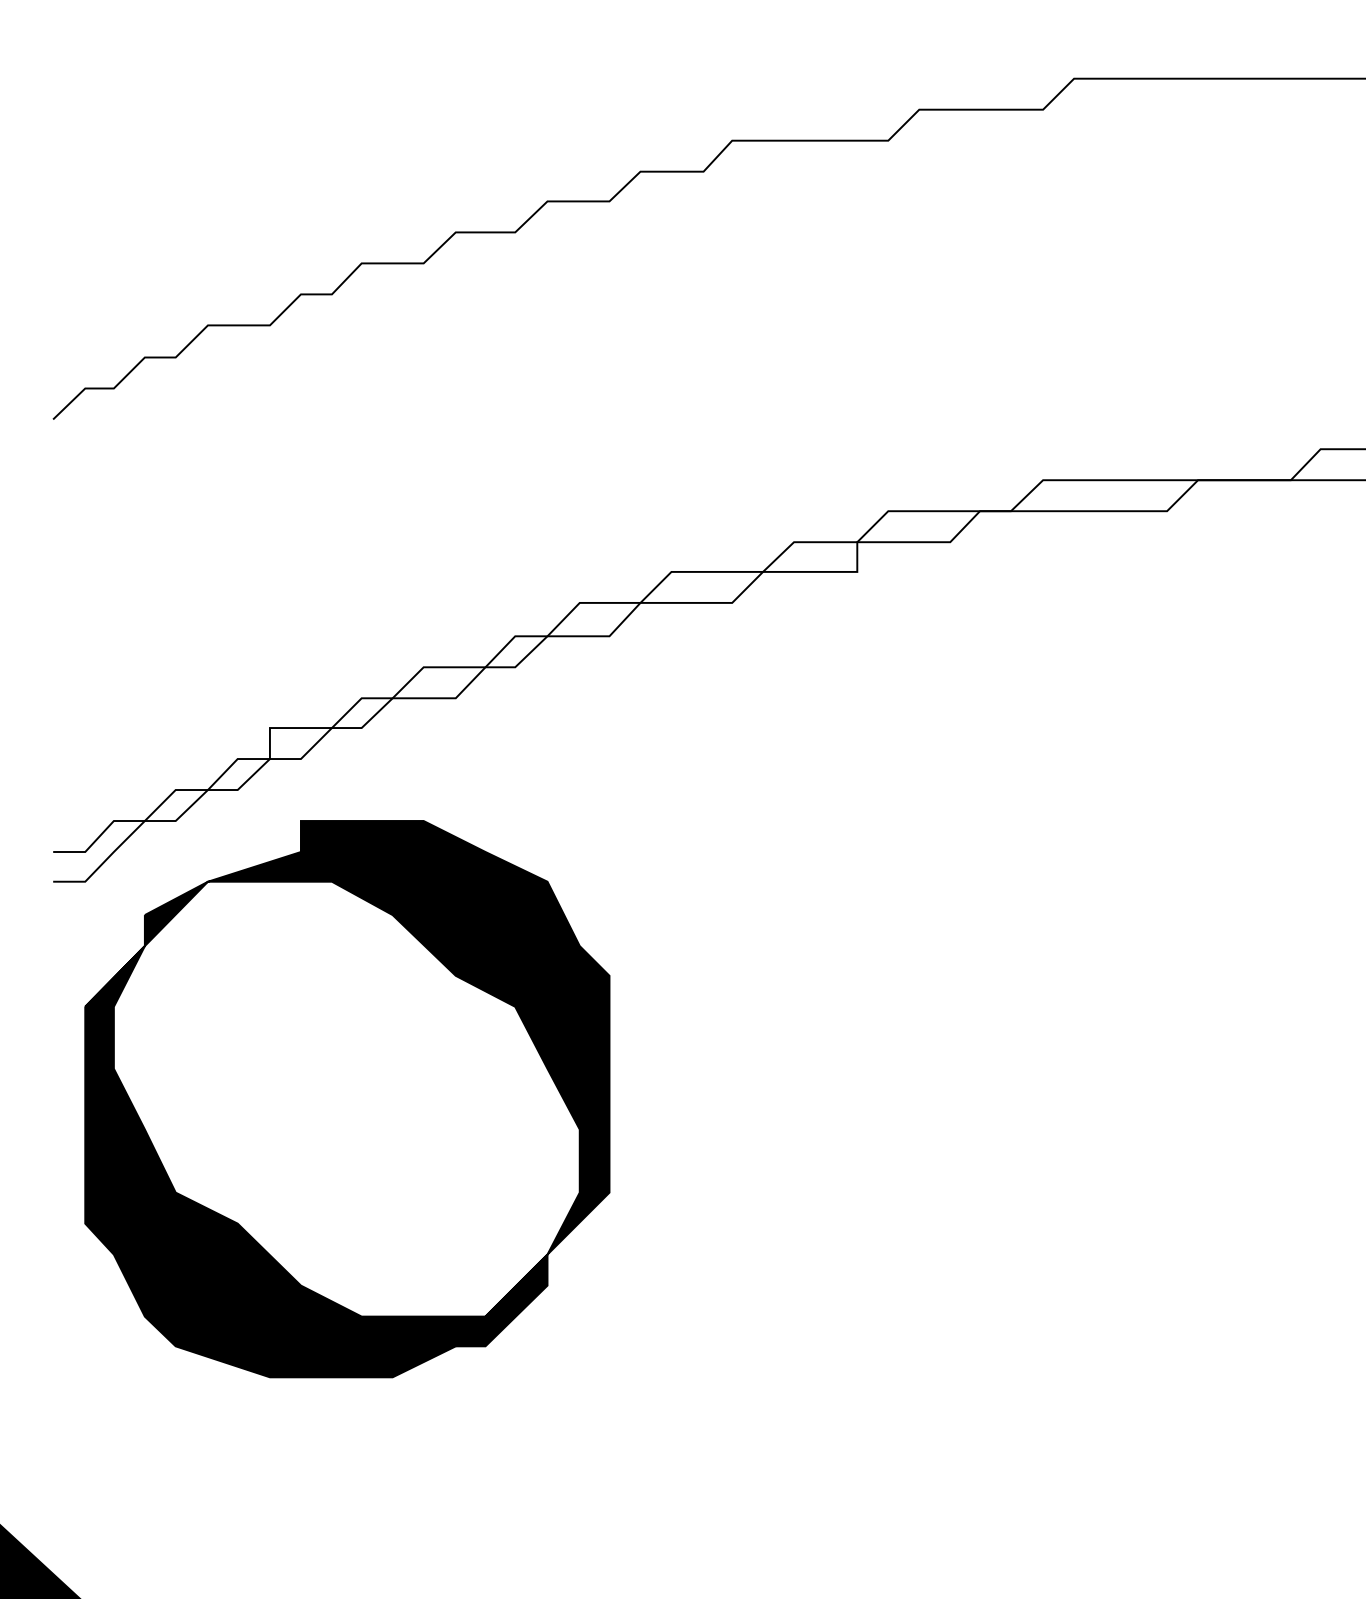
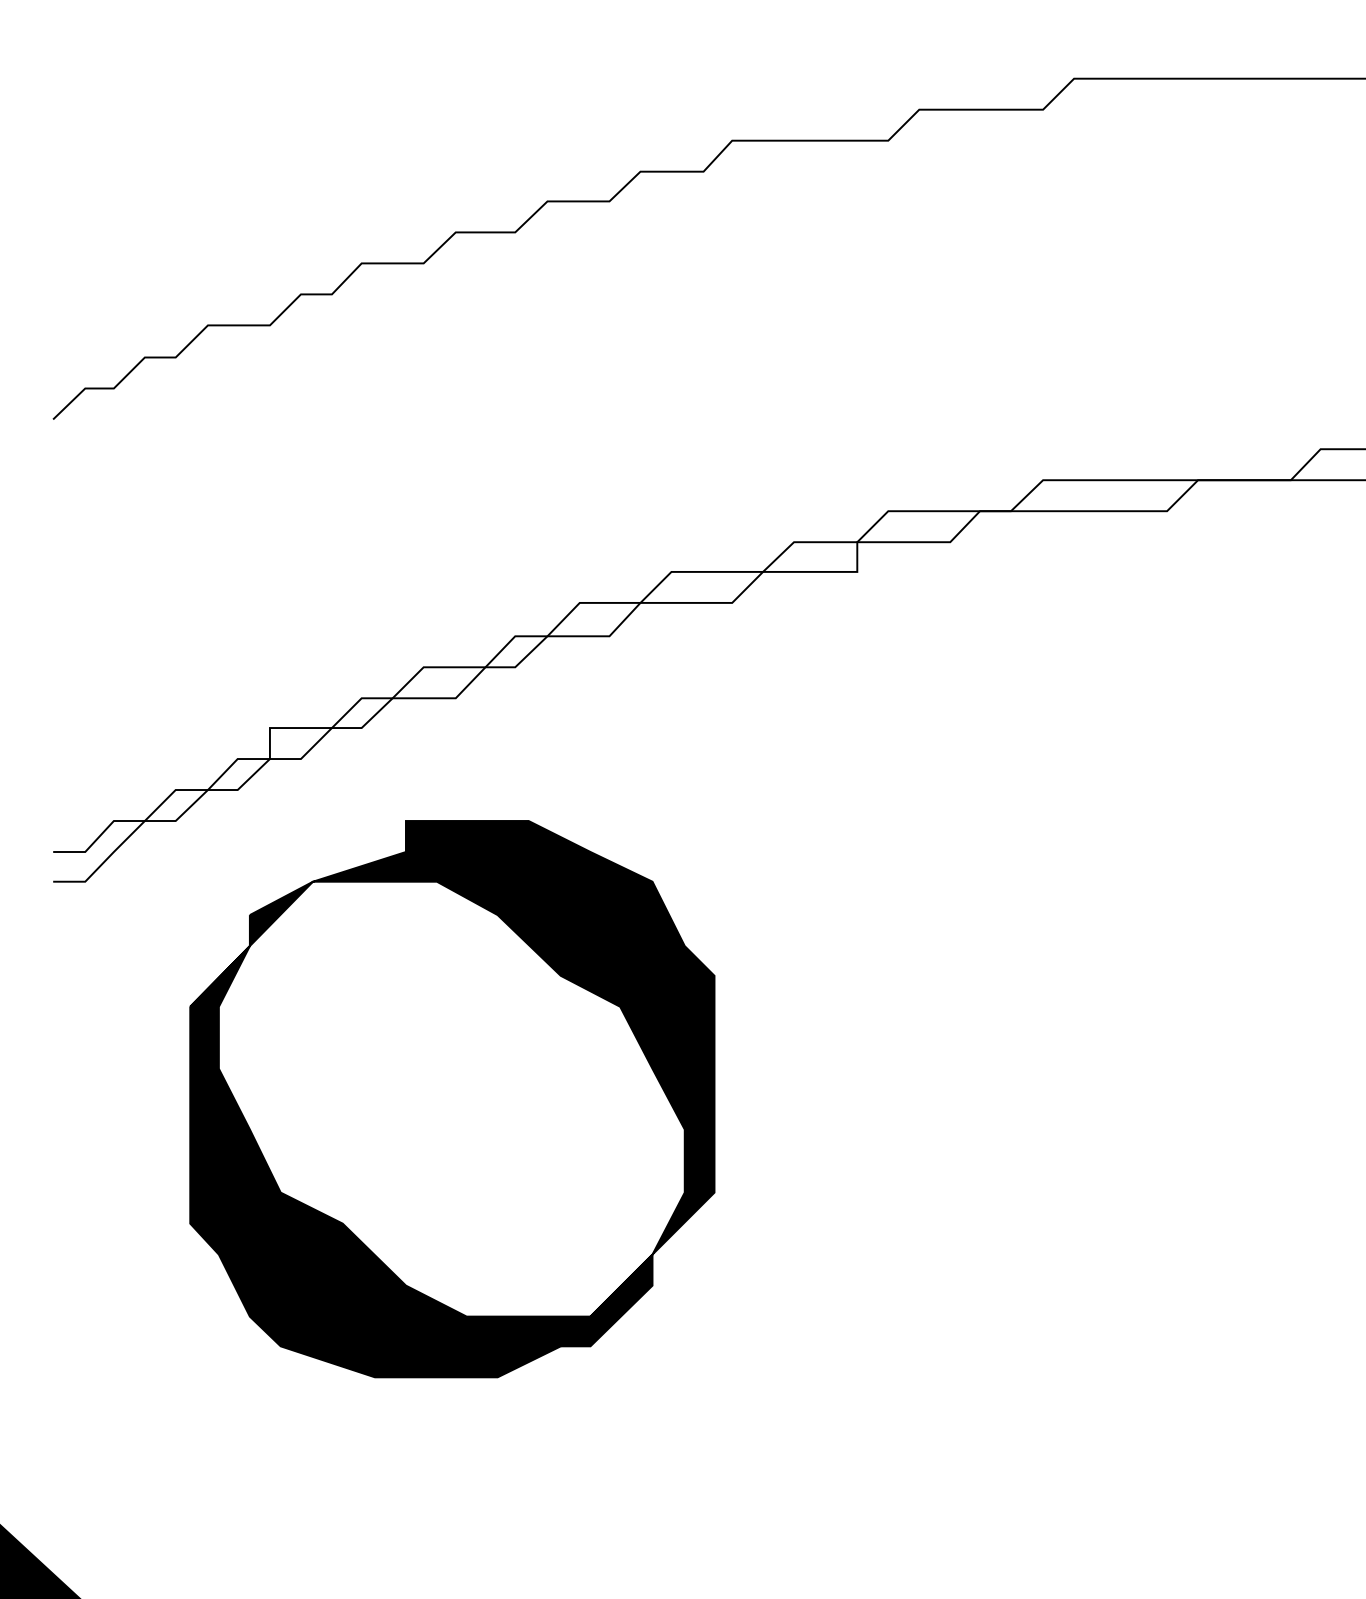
part at (347, 1099) position: (347, 1099) -> (452, 1099)
